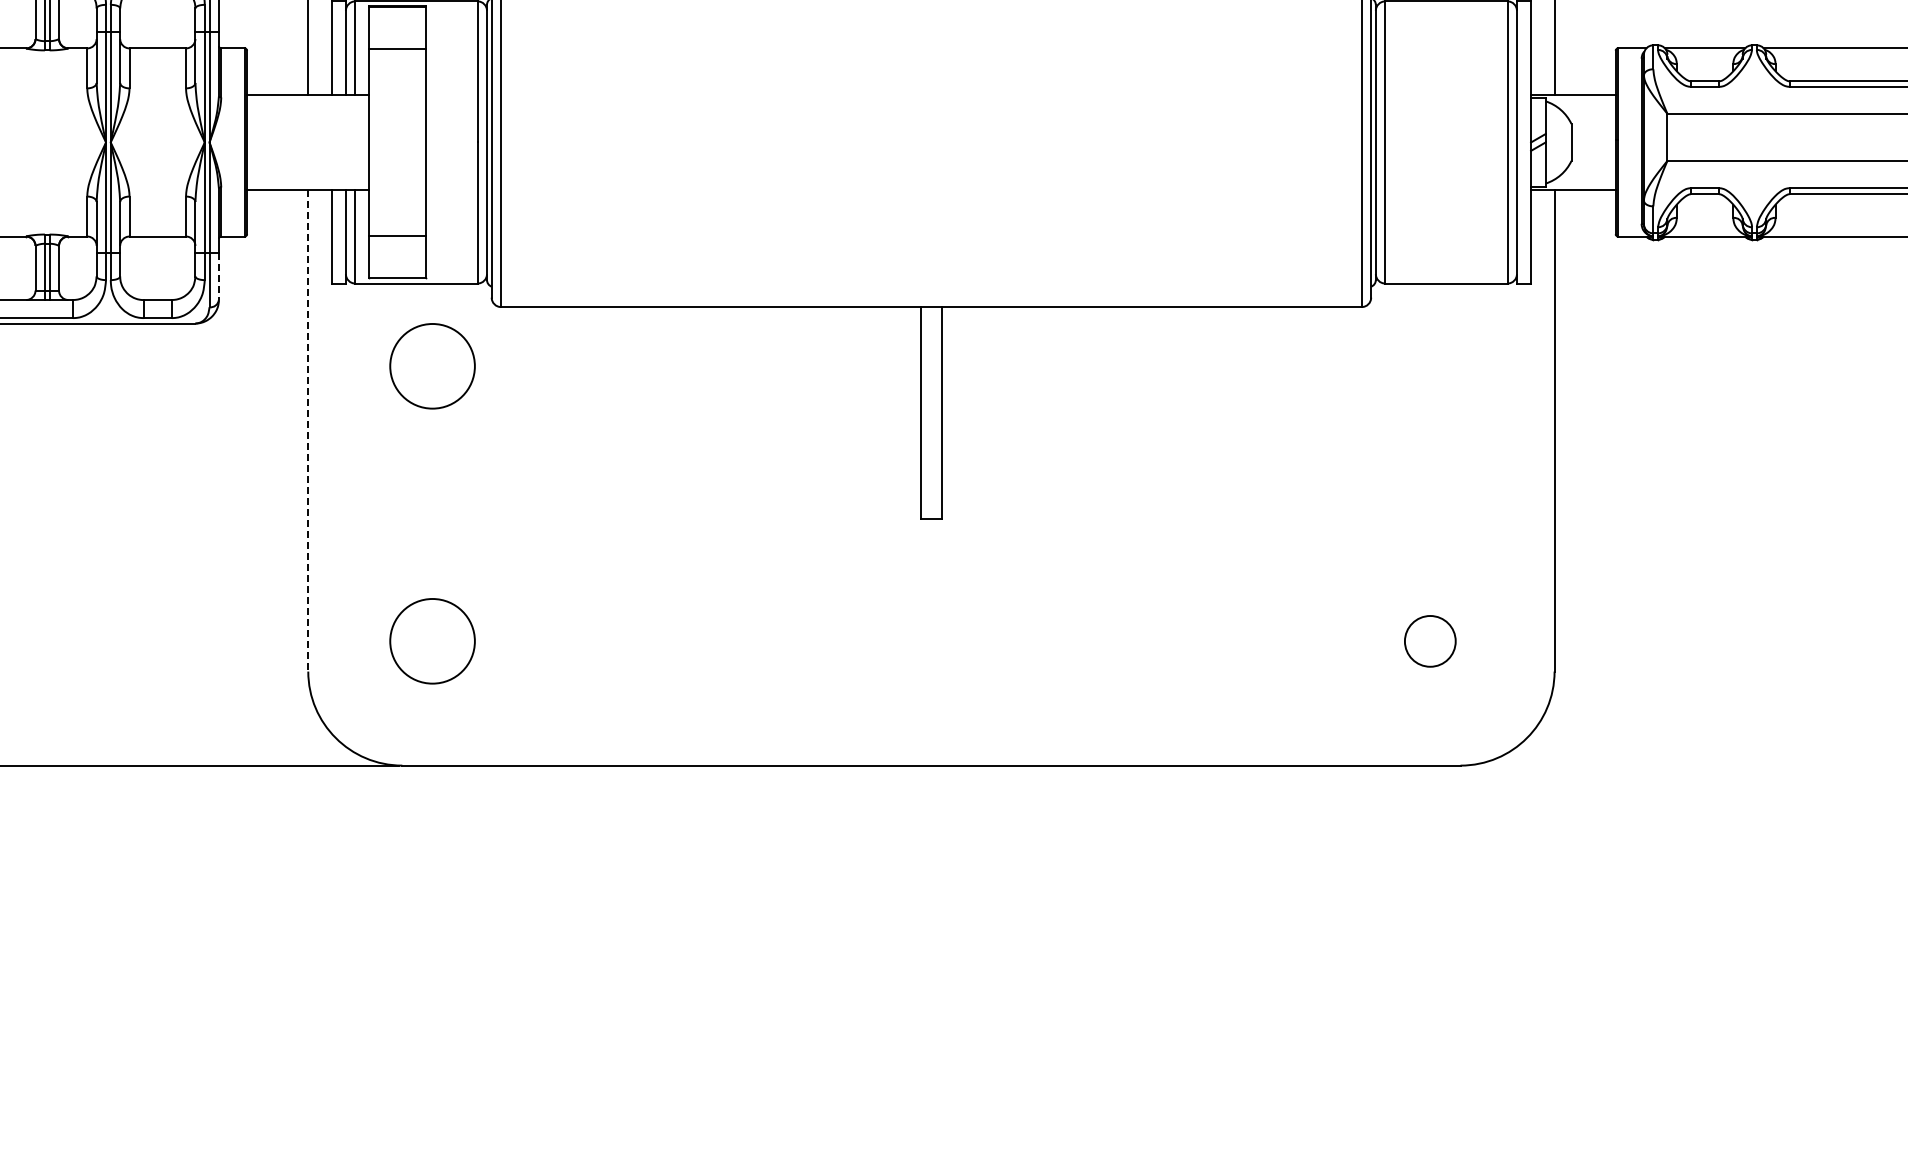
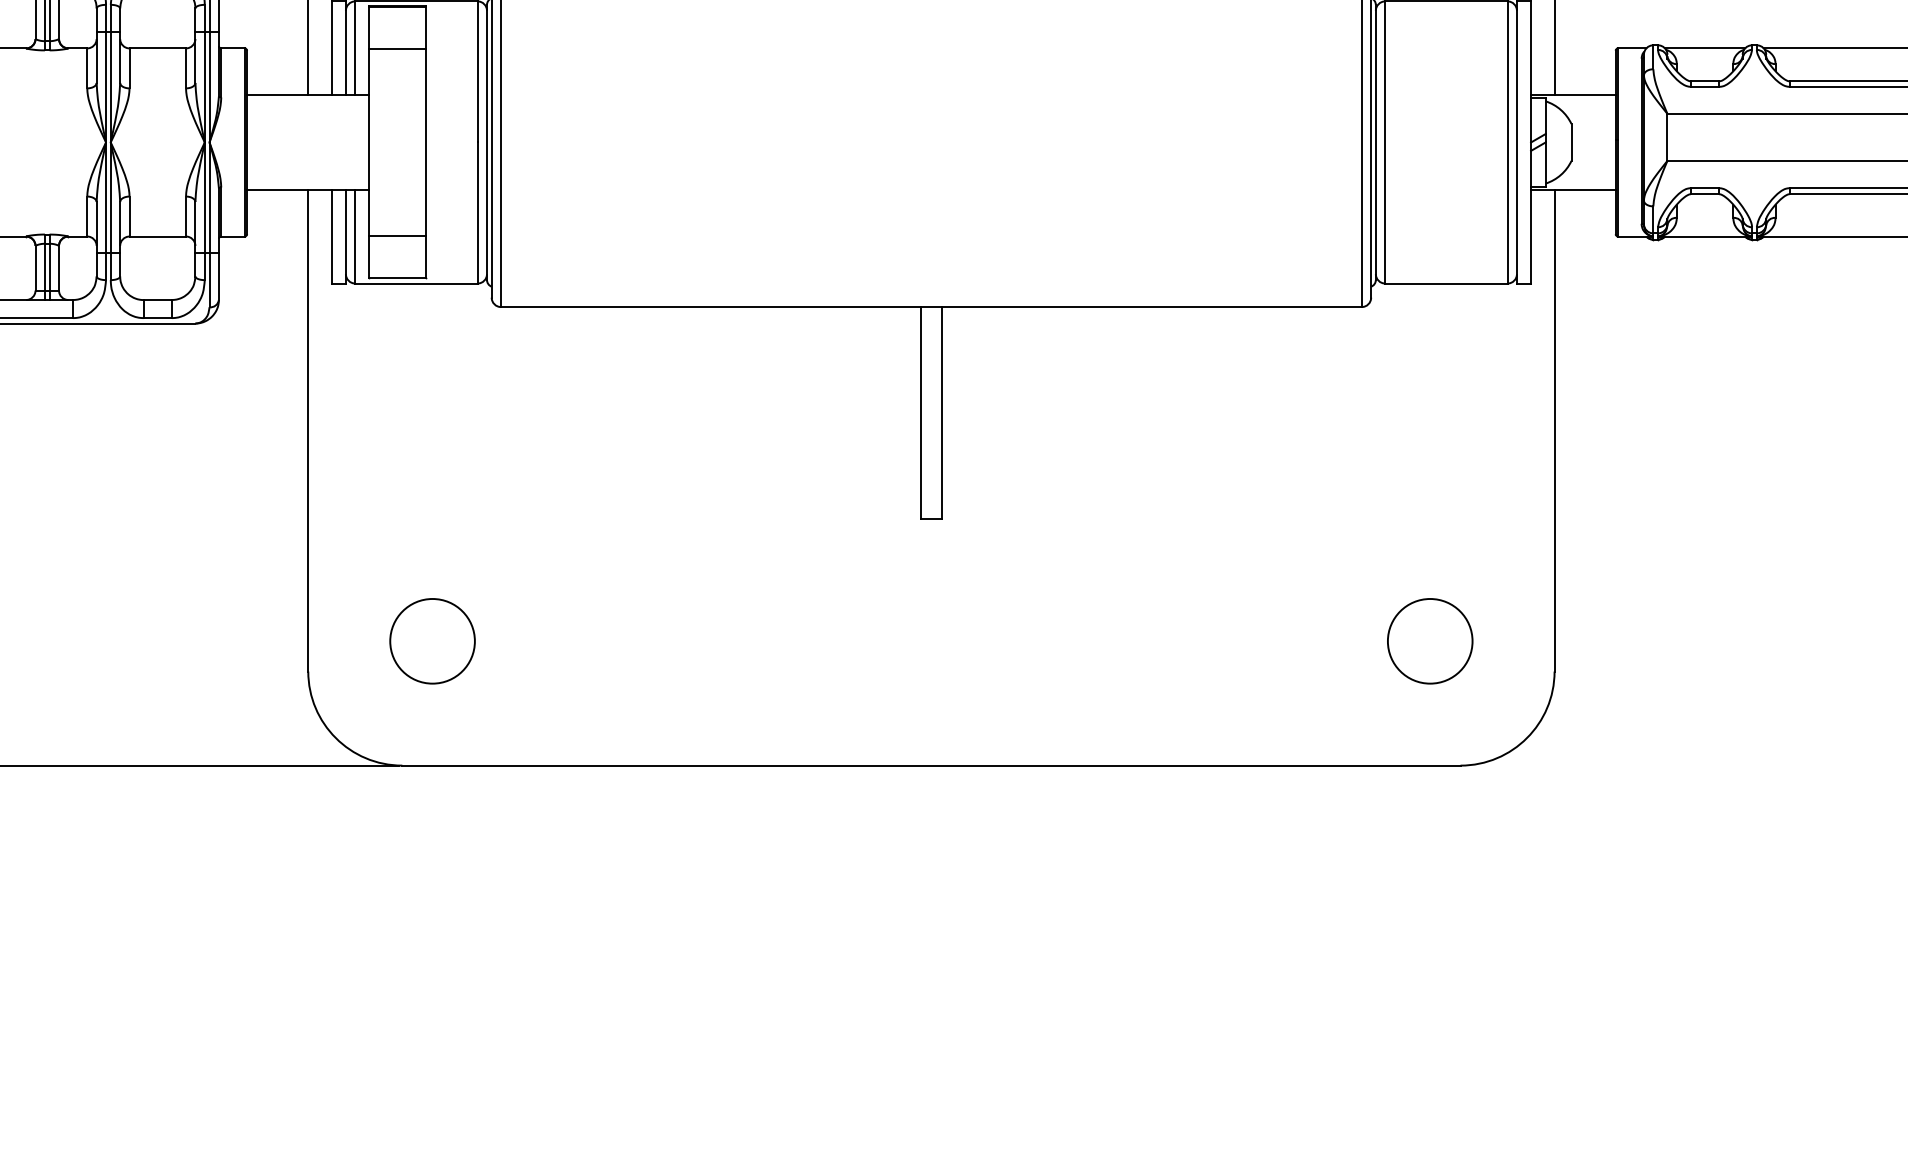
line at (218, 276): dashed -> solid
circle at (432, 366): present -> none
line at (308, 431): dashed -> solid
circle at (1430, 641) size: 53x53 px -> 87x87 px
